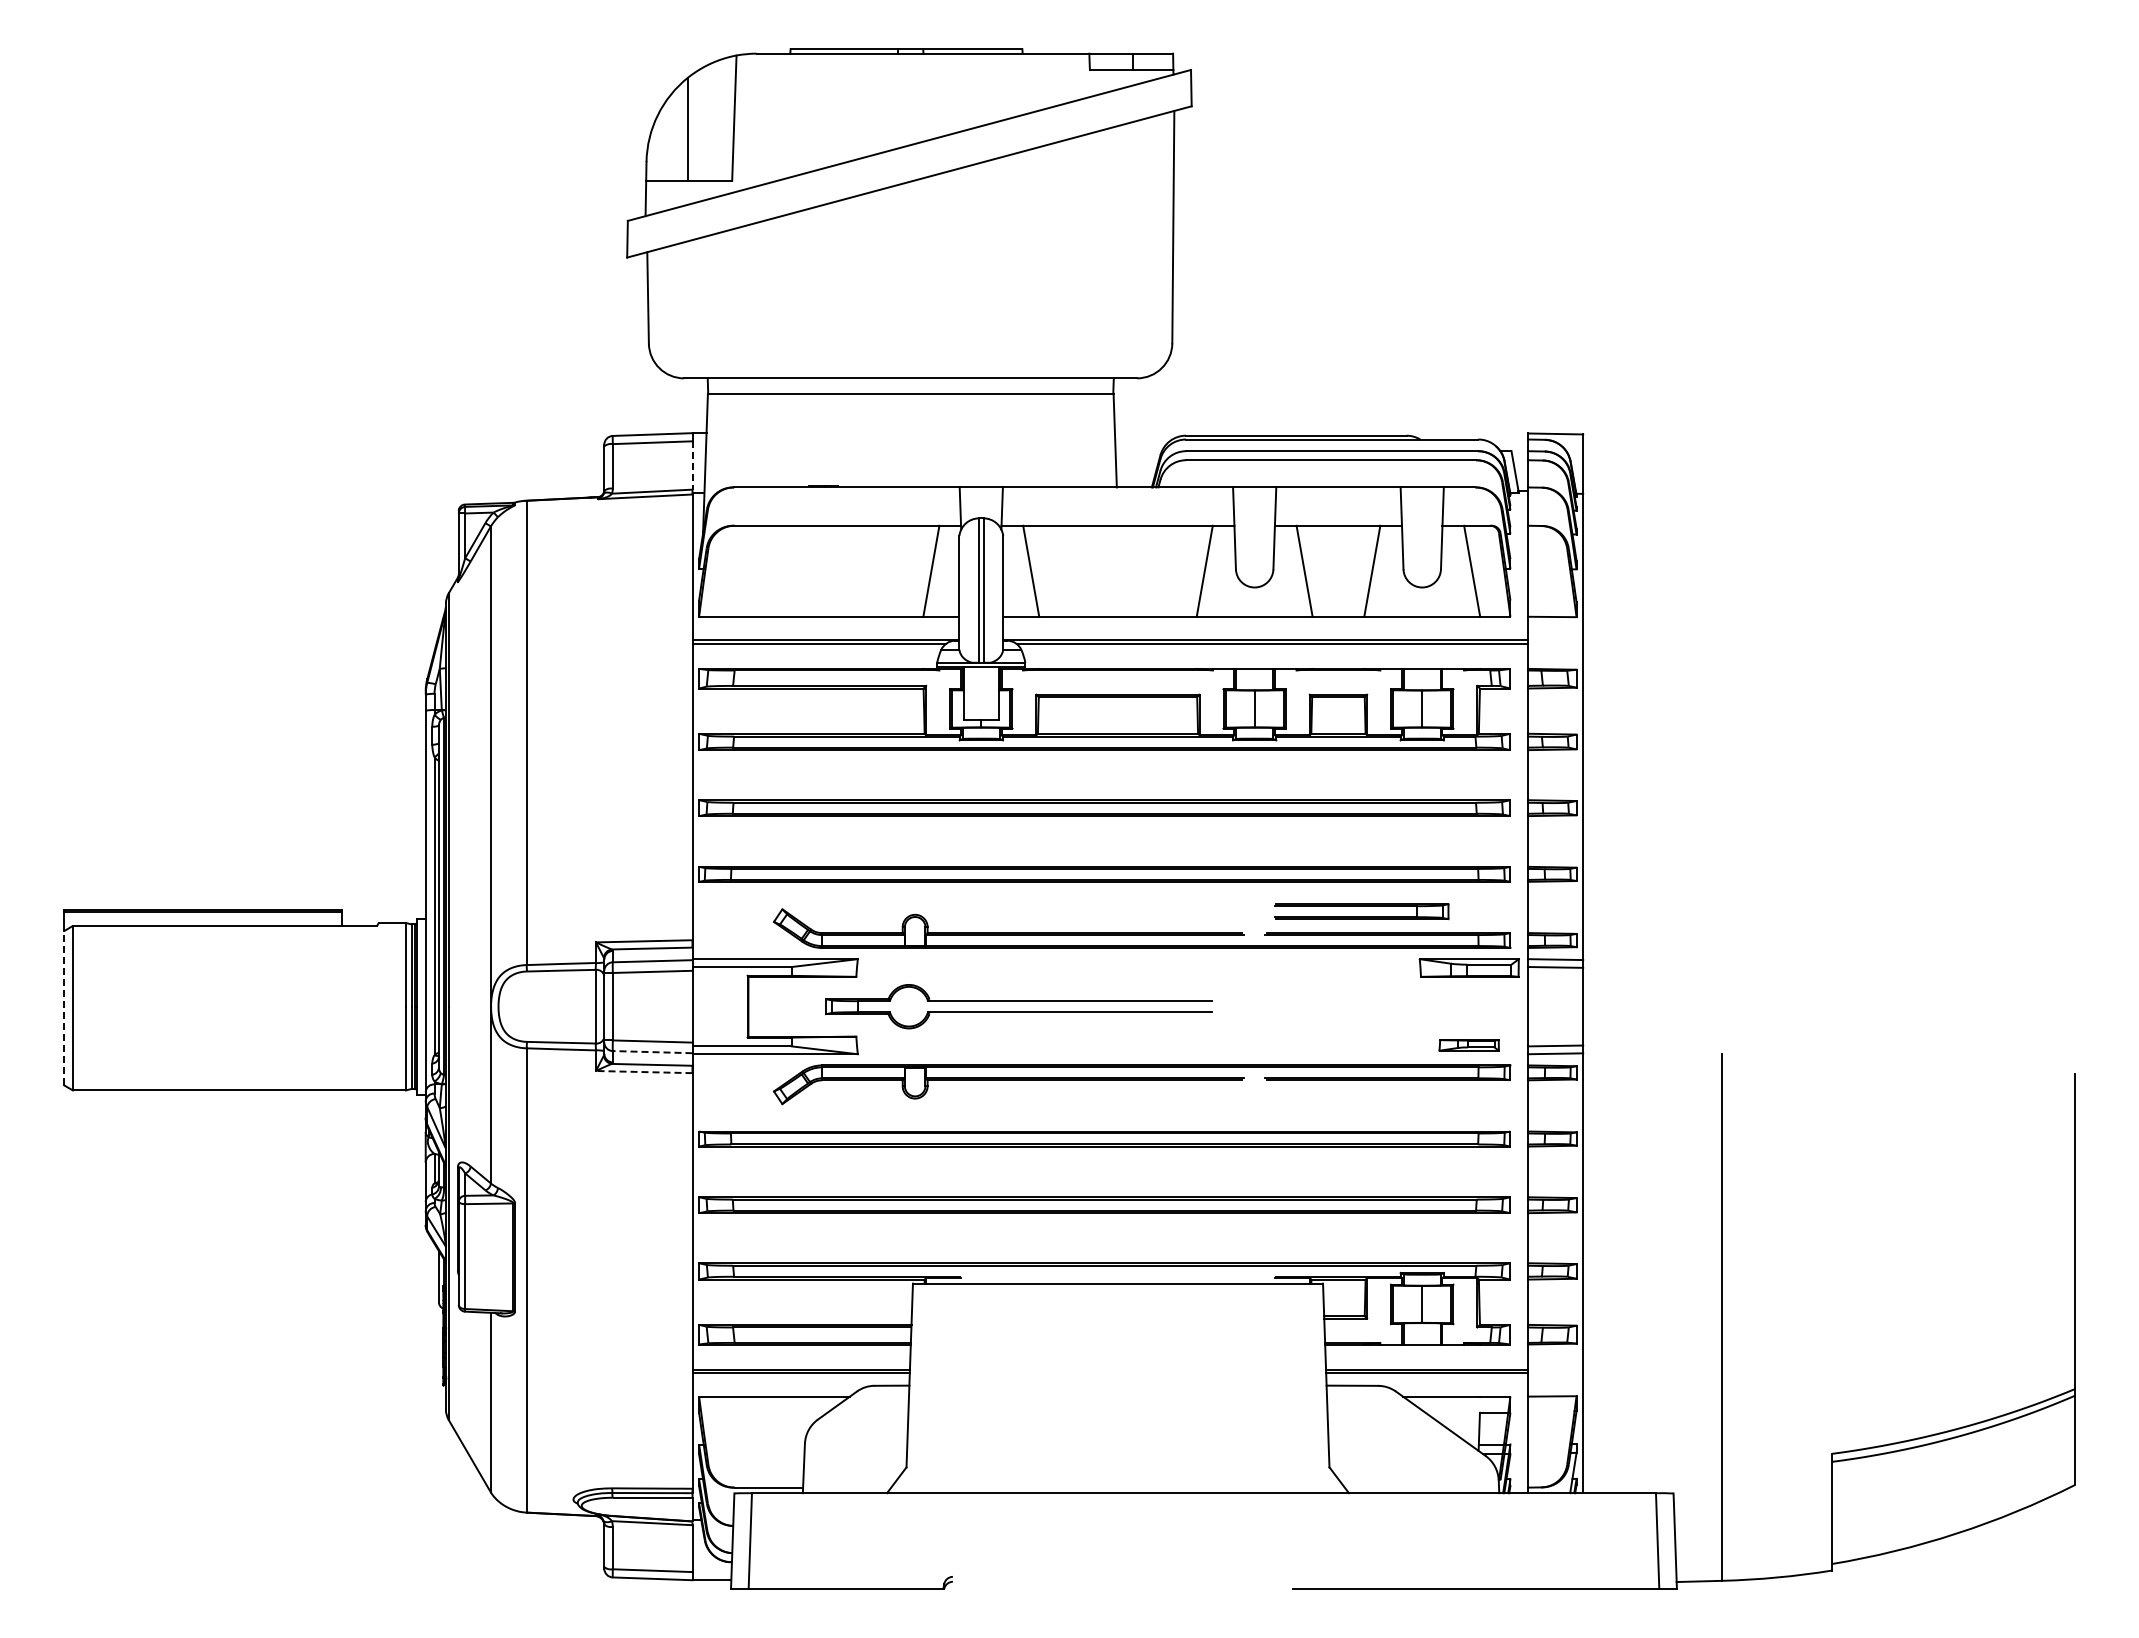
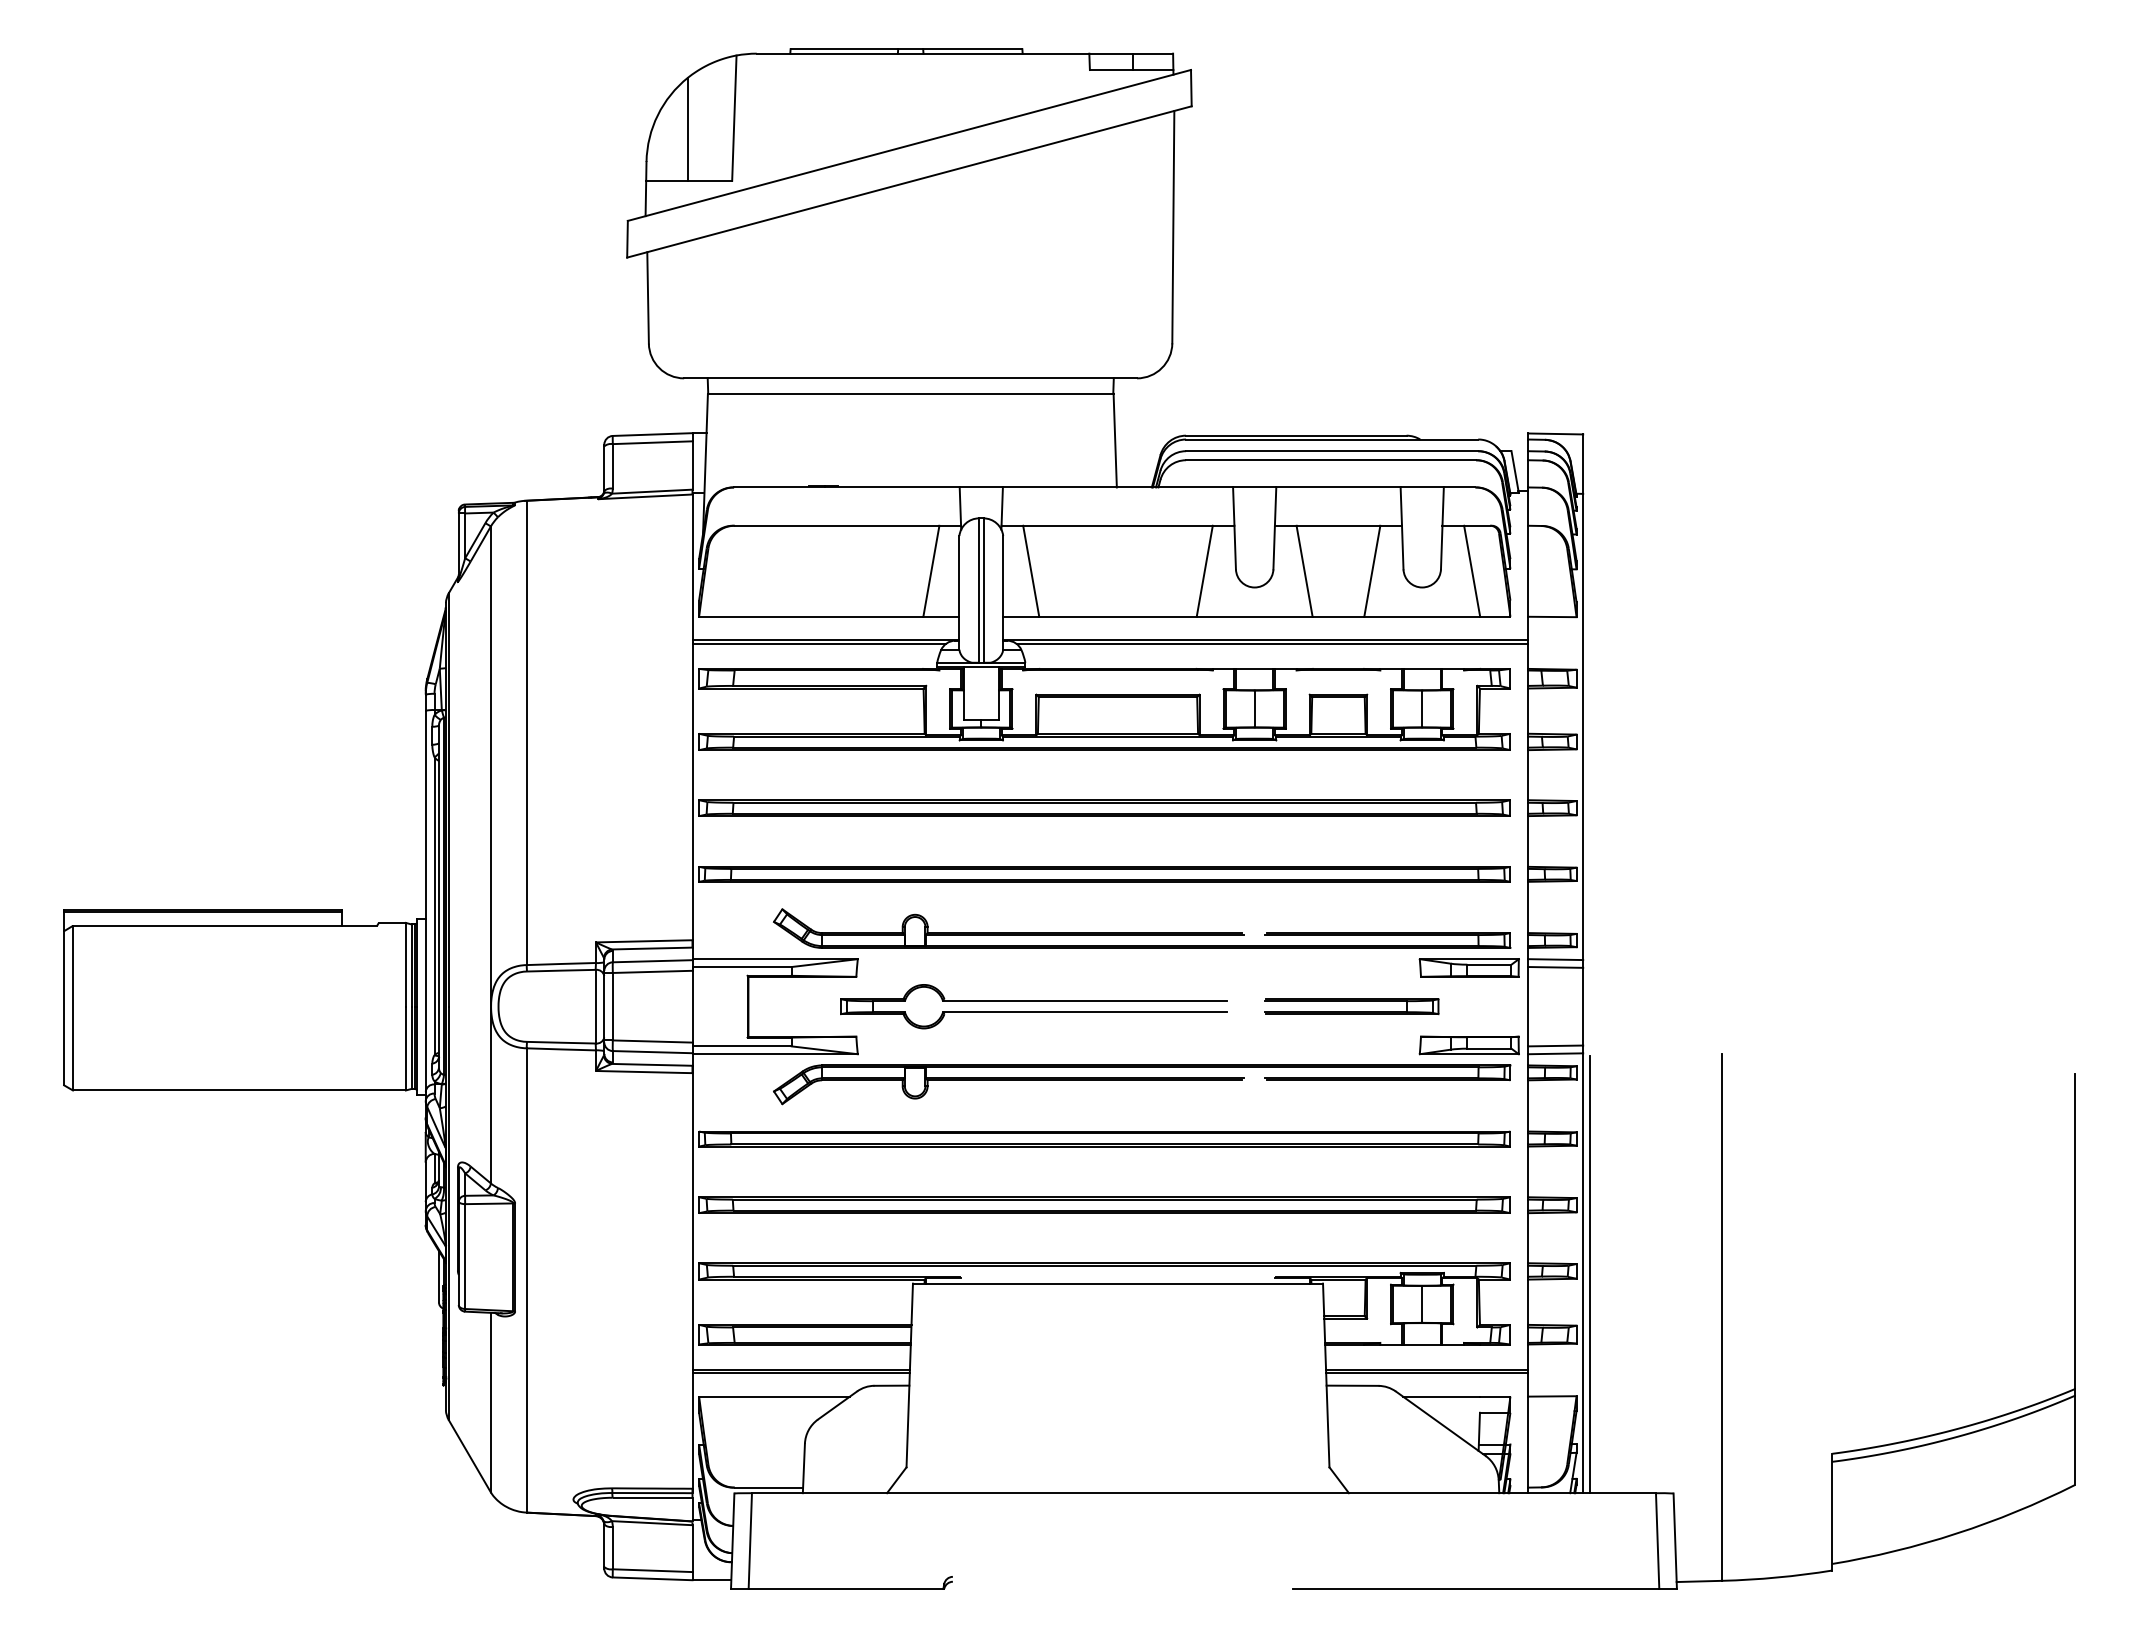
line at (692, 465): dashed -> solid
part at (1361, 911) position: (1361, 911) -> (1351, 1006)
part at (1018, 1006) position: (1018, 1006) -> (1033, 1006)
line at (64, 1007): dashed -> solid
part at (1468, 1045) size: 62x13 px -> 102x21 px
line at (652, 1052): dashed -> solid
line at (645, 1072): dashed -> solid
line at (1589, 1274): none -> present
